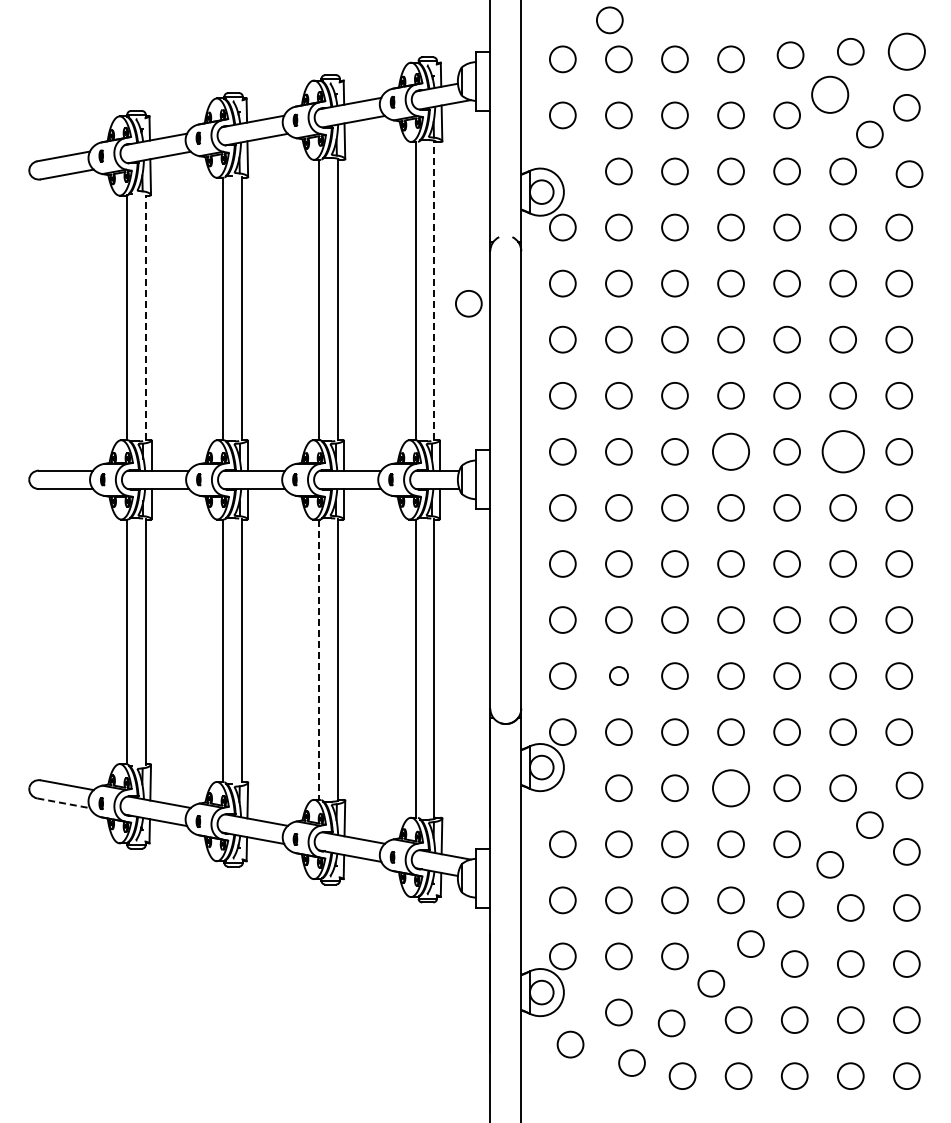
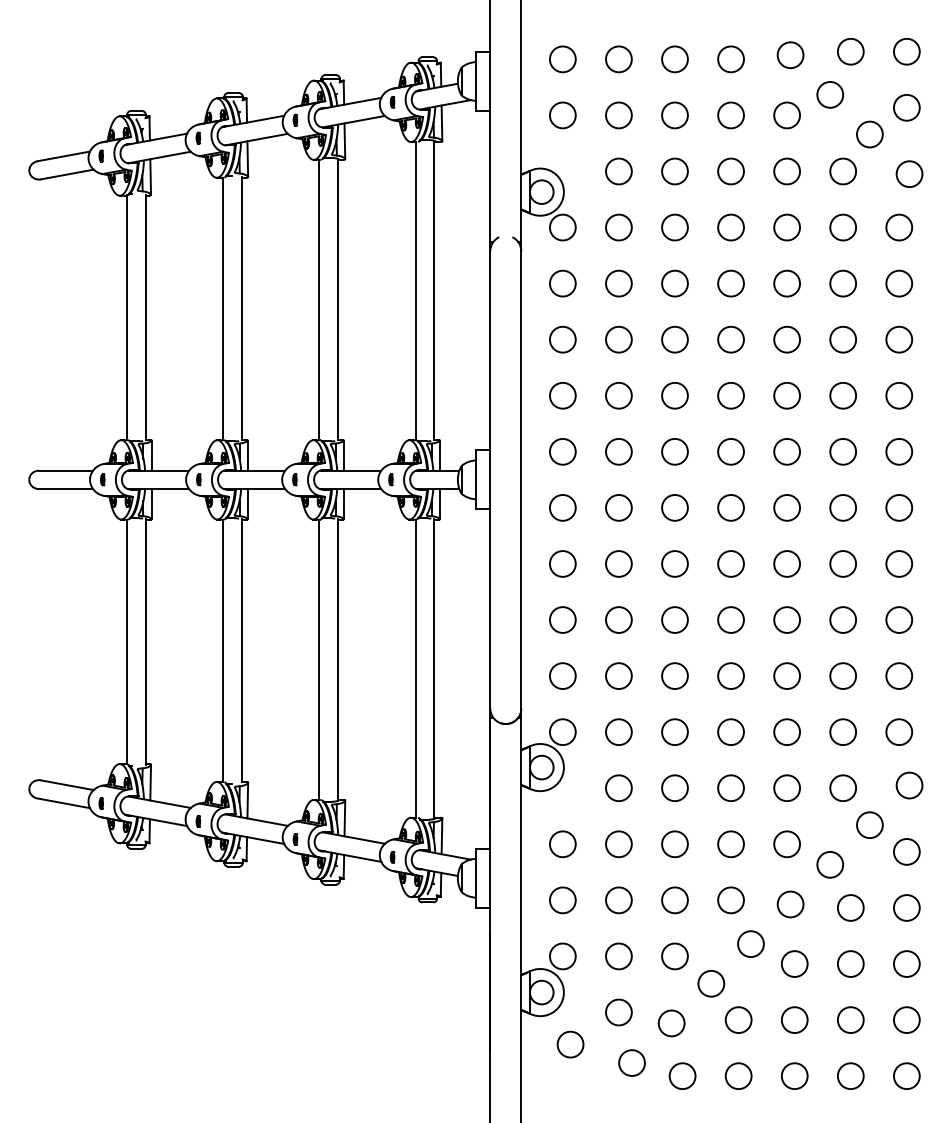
circle at (609, 20): present -> none
circle at (906, 51) diameter: 36 px -> 26 px
circle at (830, 94) size: 39x39 px -> 29x28 px
line at (433, 290): dashed -> solid
circle at (468, 303): present -> none
line at (145, 317): dashed -> solid
circle at (730, 451) diameter: 36 px -> 26 px
circle at (842, 451) size: 44x44 px -> 28x28 px
line at (319, 660): dashed -> solid
circle at (618, 675) size: 20x20 px -> 28x28 px
circle at (730, 788) size: 38x39 px -> 28x28 px
line at (63, 803): dashed -> solid
